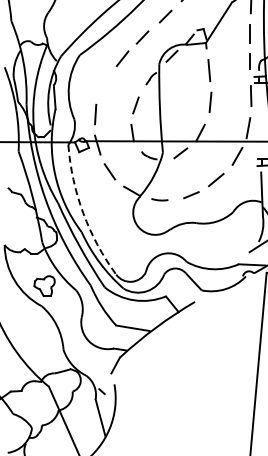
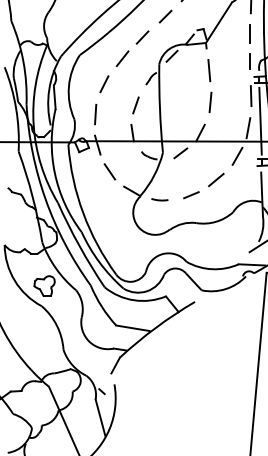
line at (104, 84): none -> present
line at (260, 120): none -> present
arc at (83, 213): dashed -> solid
